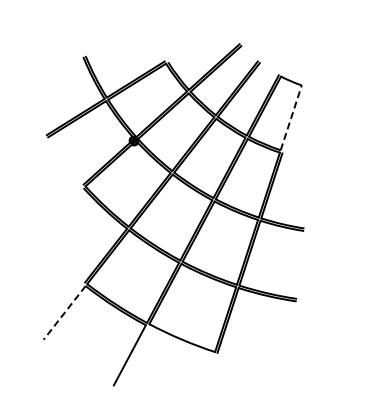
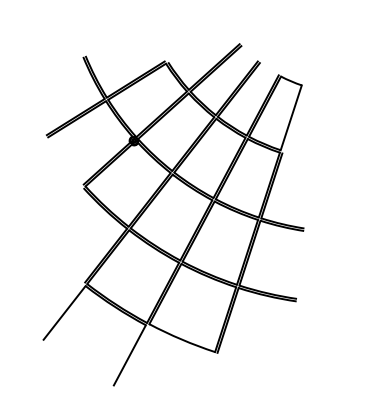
line at (291, 117): dashed -> solid
line at (64, 313): dashed -> solid
